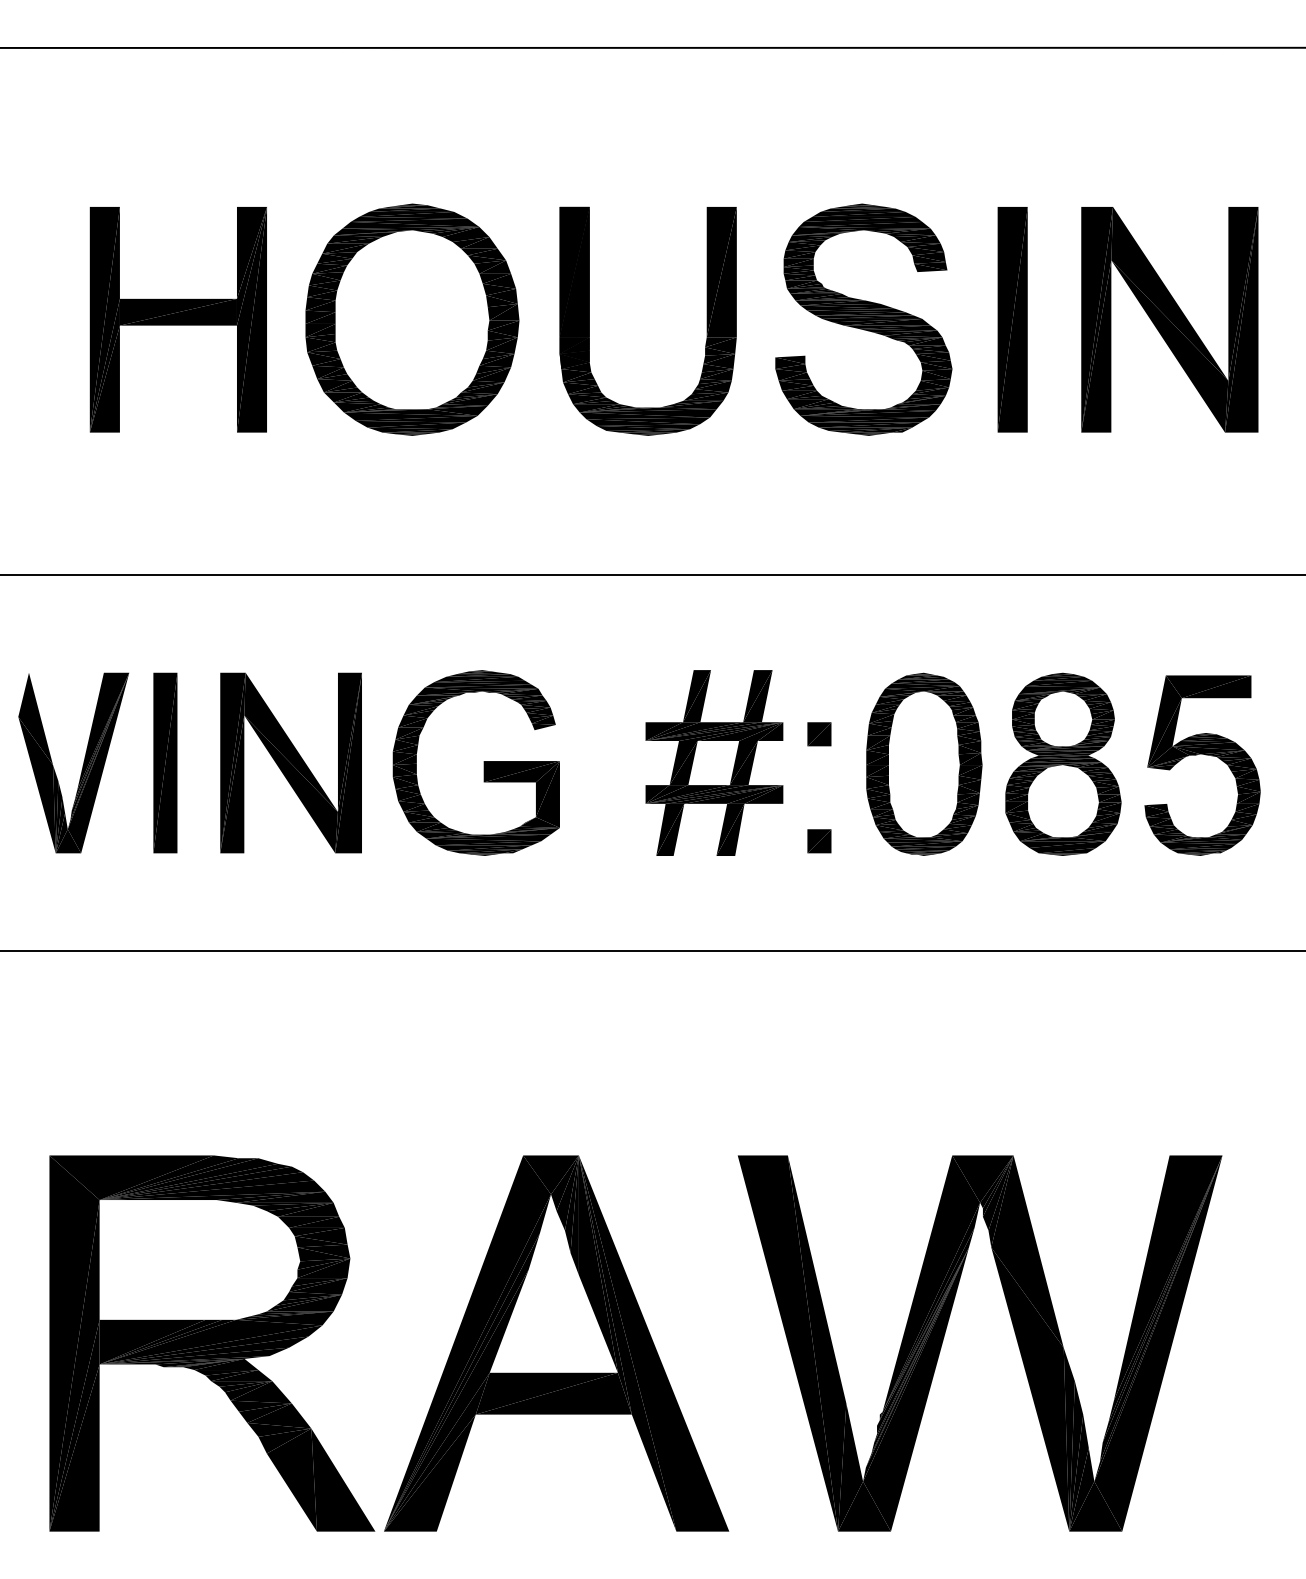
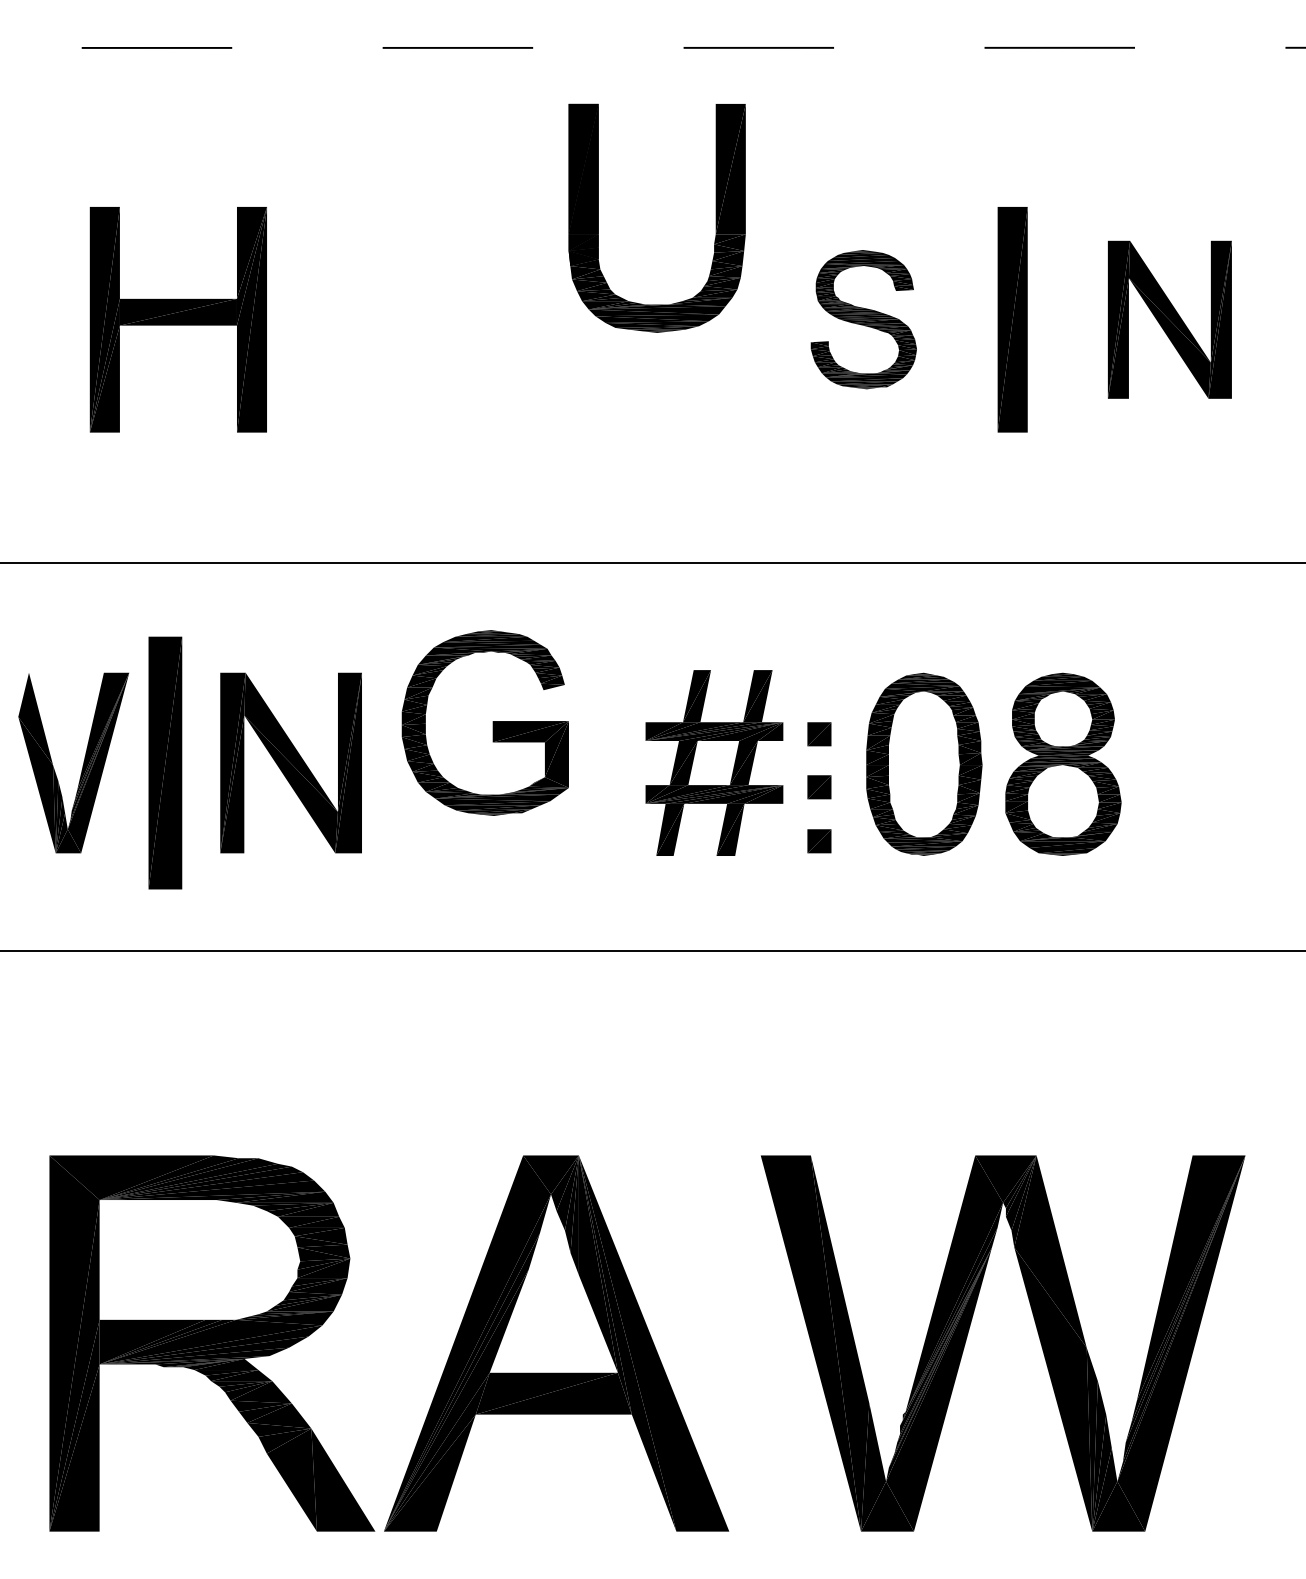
line at (653, 47): solid -> dashed
part at (412, 319): present -> none
part at (863, 319) size: 178x233 px -> 107x140 px
part at (1169, 319) size: 178x226 px -> 124x159 px
part at (589, 320) position: (589, 320) -> (598, 217)
line at (652, 575) position: (652, 575) -> (652, 563)
part at (1205, 755): present -> none
part at (165, 762) size: 25x182 px -> 35x254 px
part at (483, 762) position: (483, 762) -> (492, 722)
part at (819, 787): none -> present
part at (1015, 1336) position: (1015, 1336) -> (1038, 1336)
